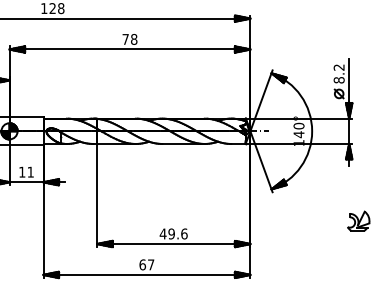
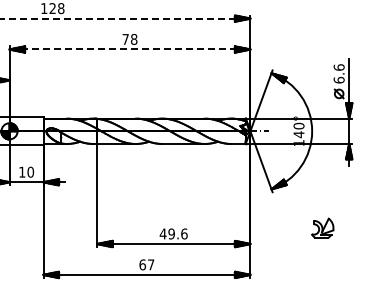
line at (125, 18): solid -> dashed
line at (130, 49): solid -> dashed
text at (338, 73): 8.2 -> 6.6
text at (30, 171): 11 -> 10
part at (358, 220) position: (358, 220) -> (322, 227)
